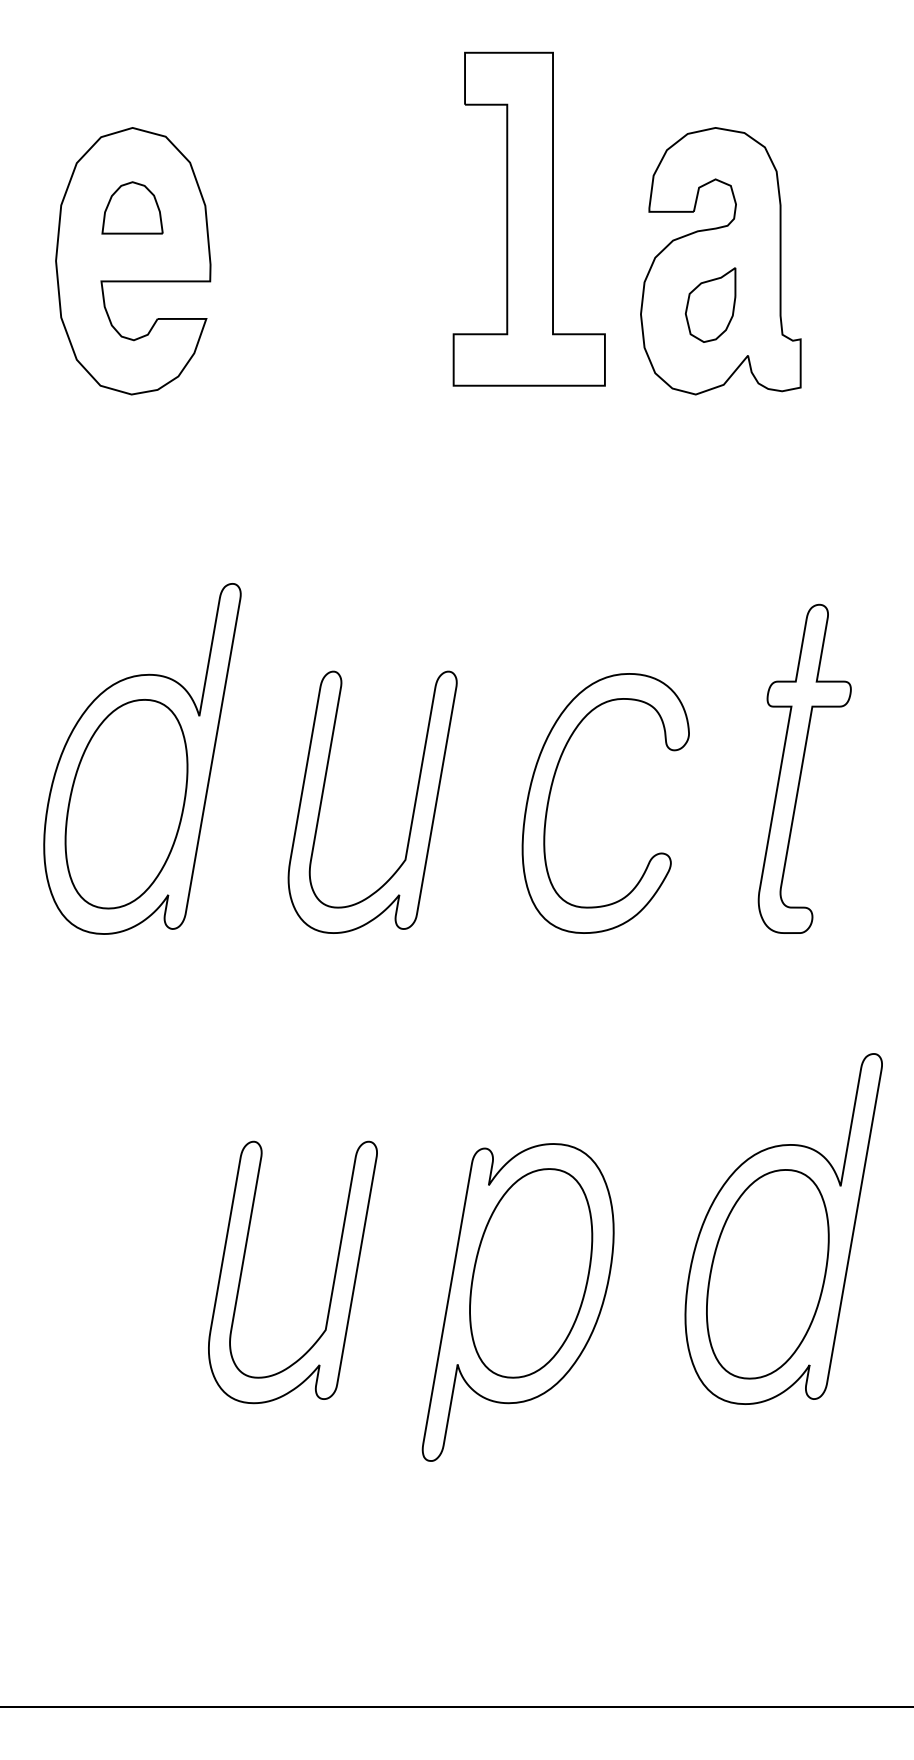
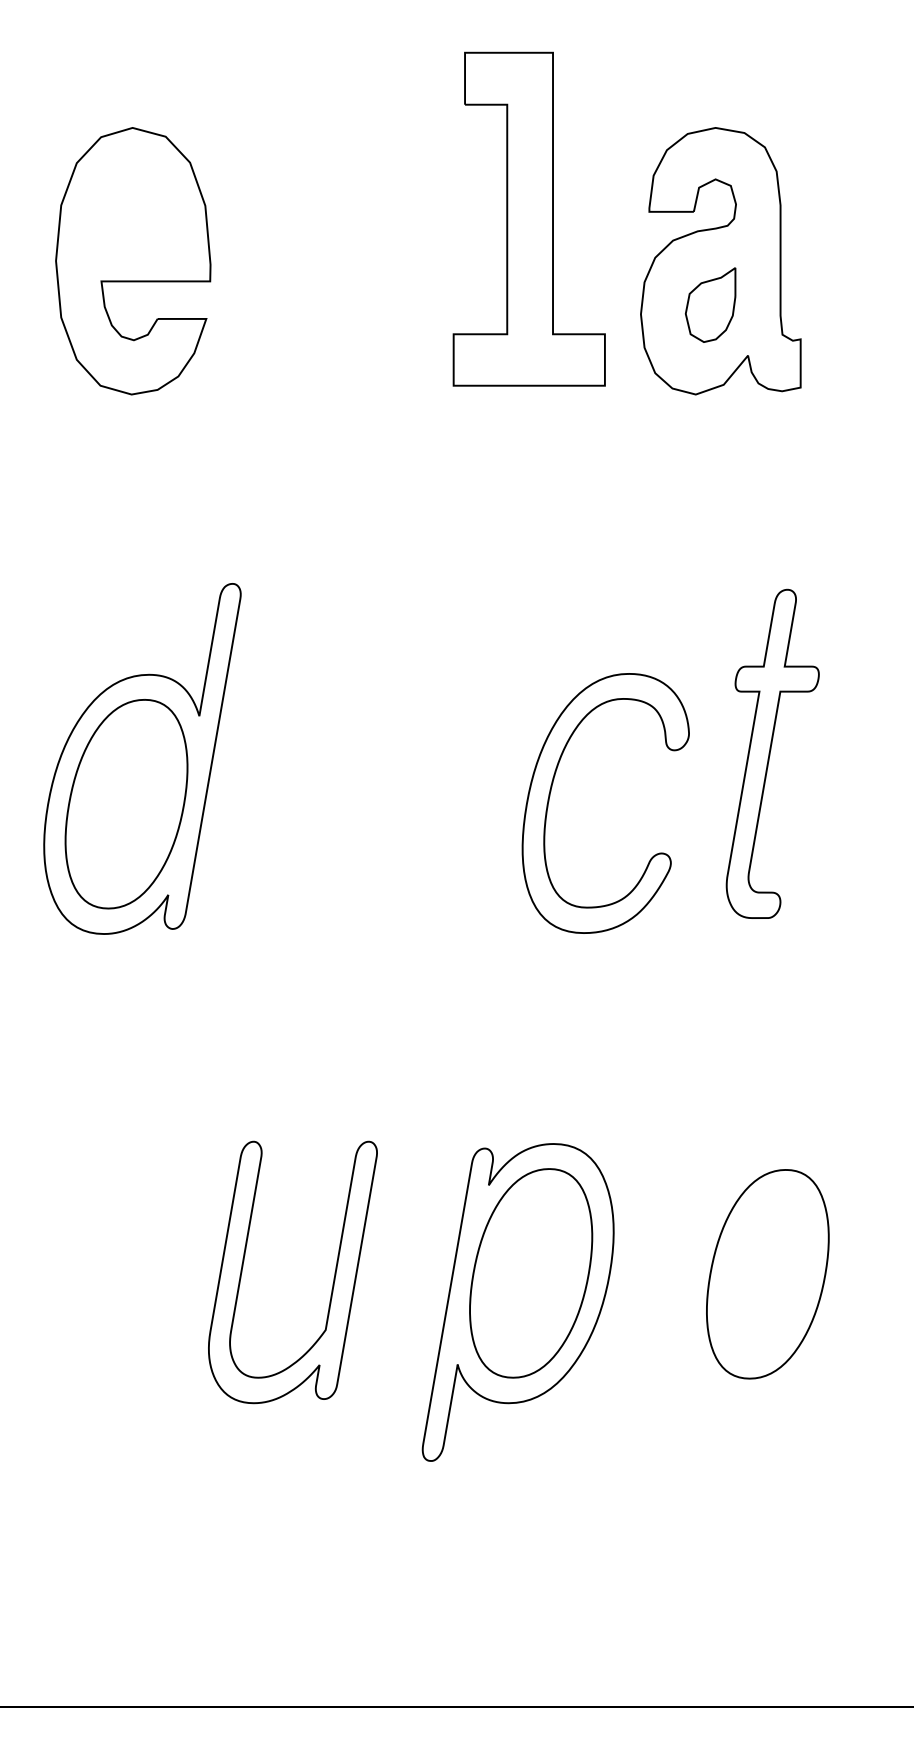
part at (132, 207): present -> none
part at (804, 768) position: (804, 768) -> (772, 753)
part at (413, 806): present -> none
part at (783, 1228): present -> none
